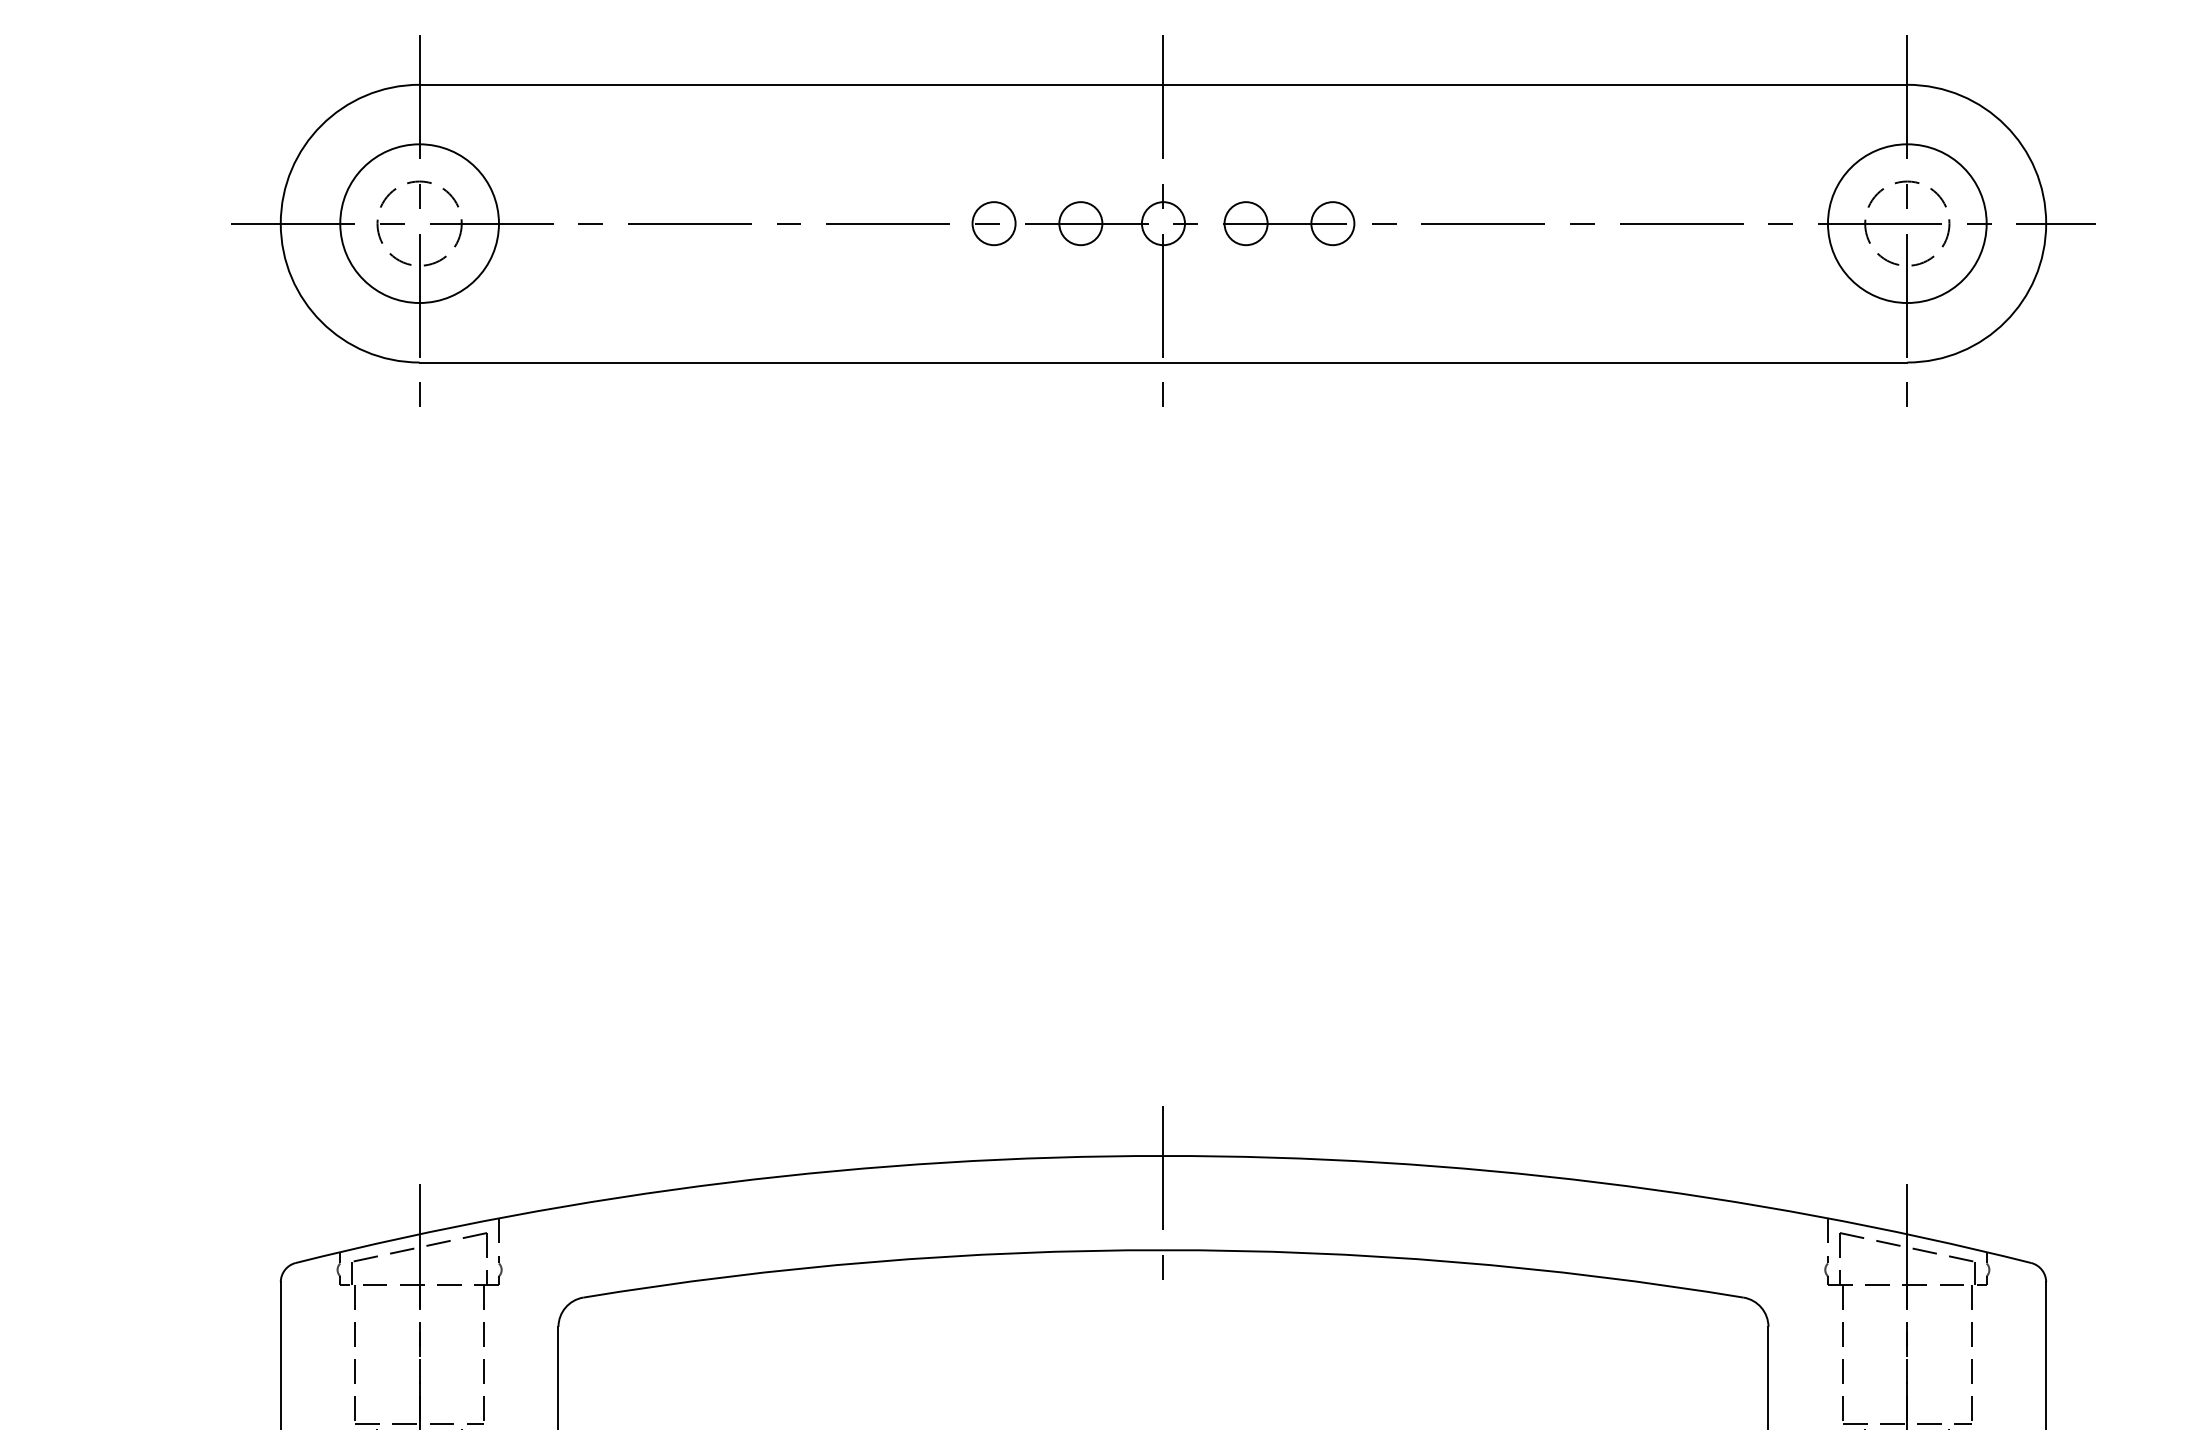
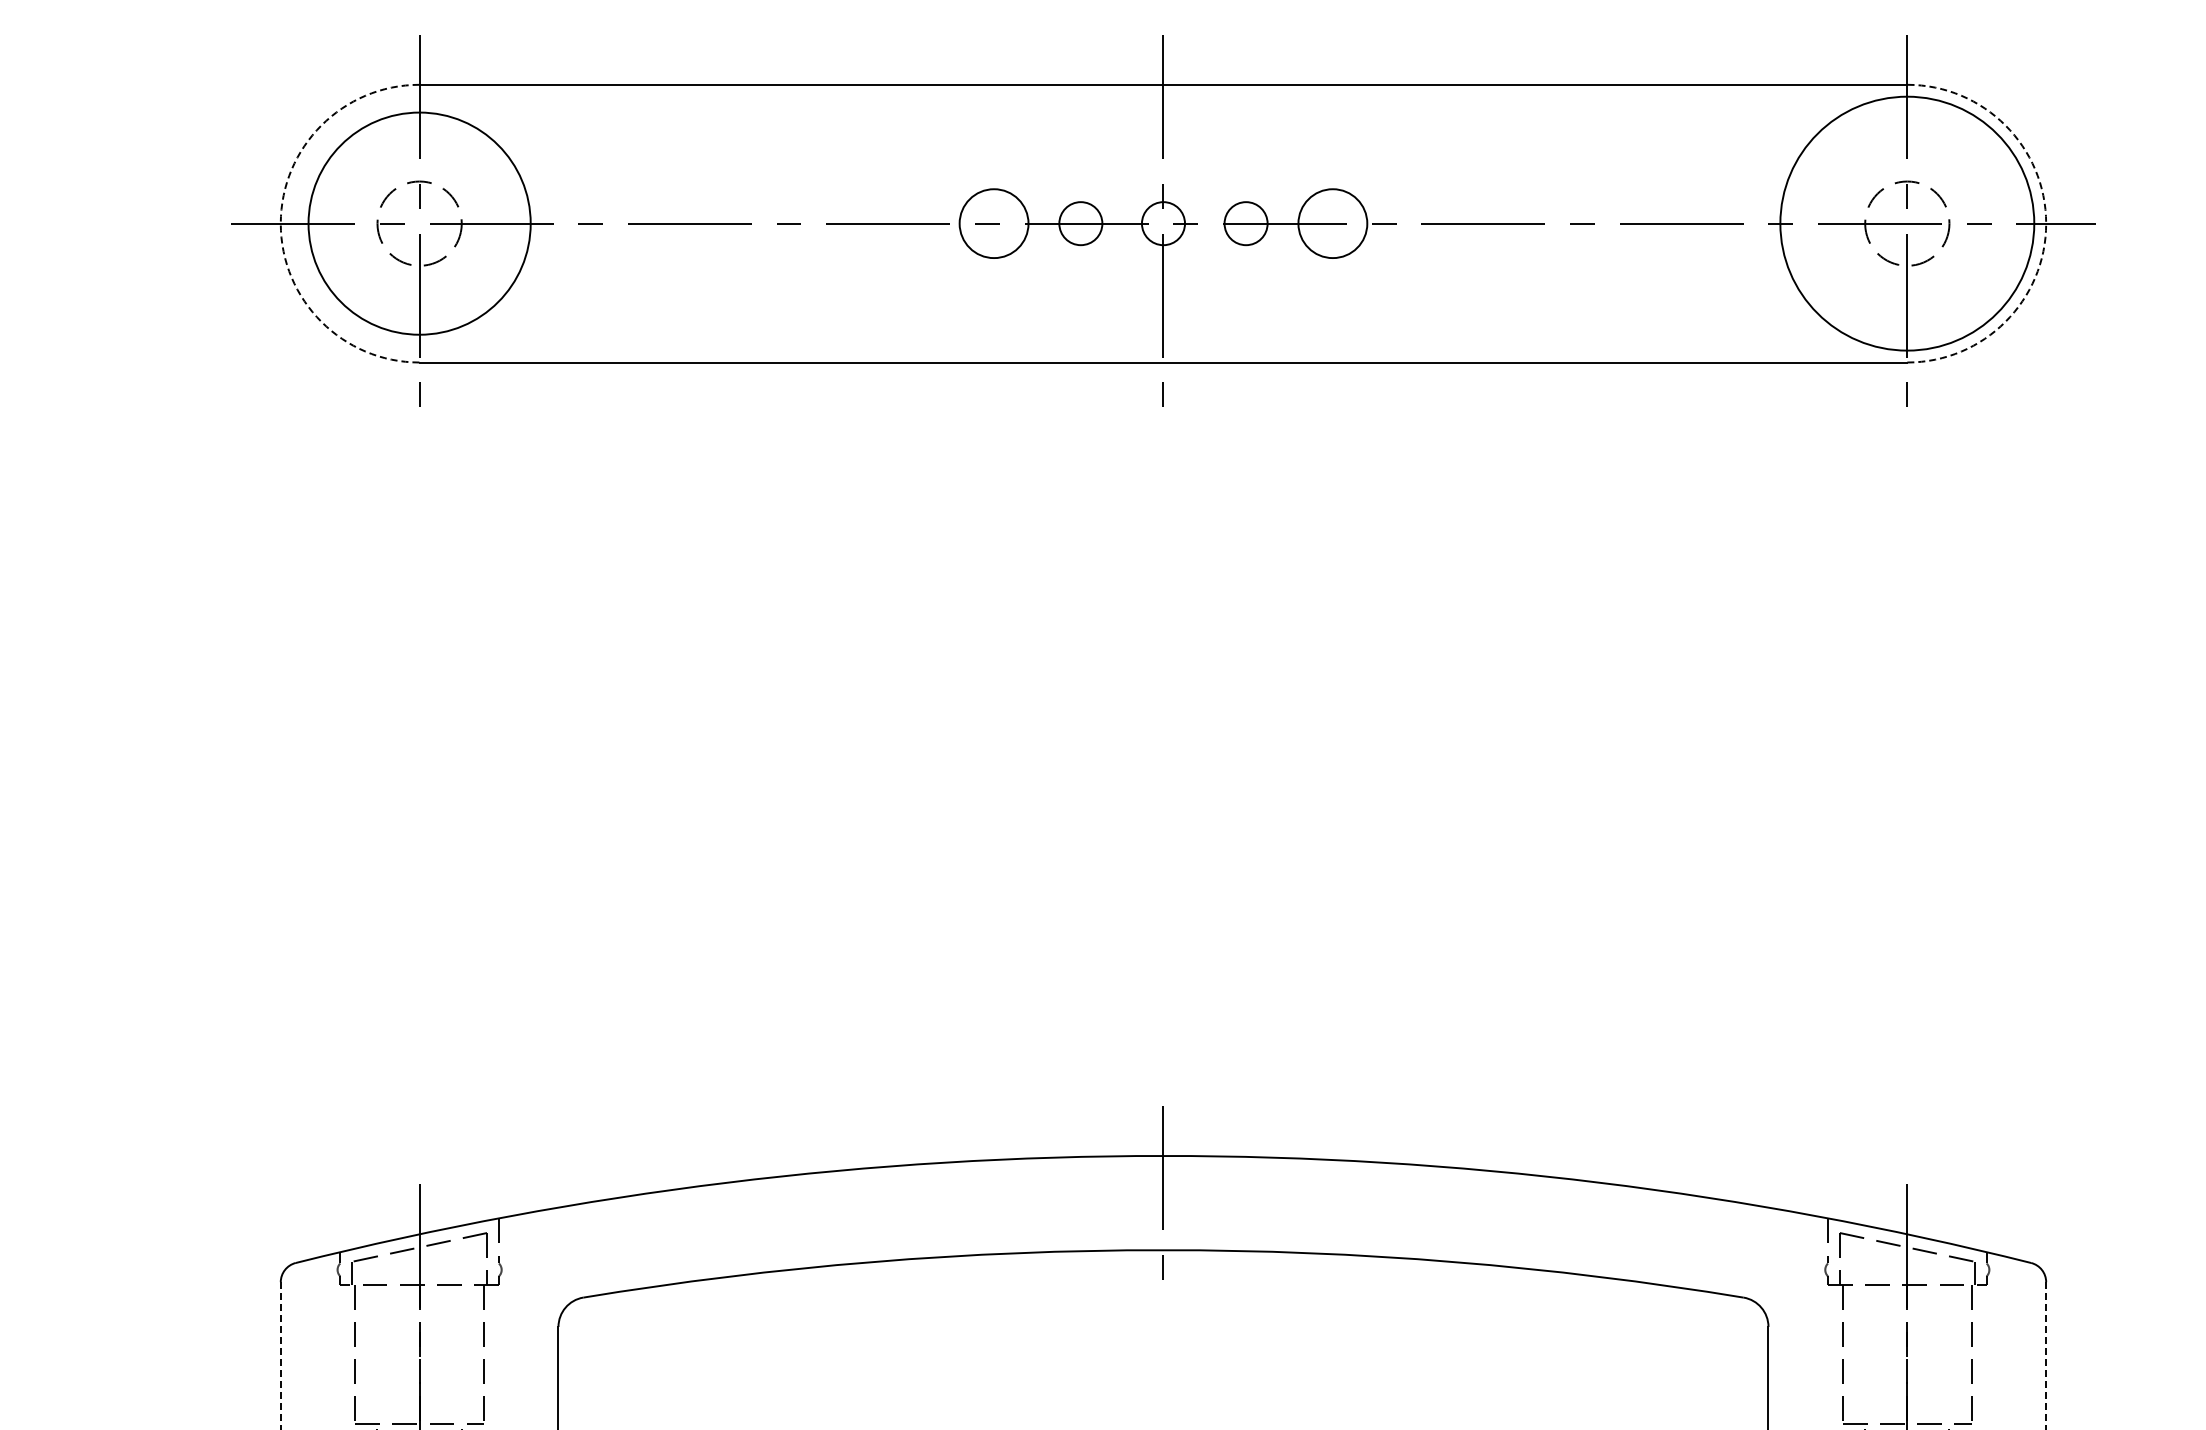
arc at (280, 223): solid -> dashed
circle at (419, 223) diameter: 159 px -> 222 px
circle at (993, 223) diameter: 43 px -> 69 px
circle at (1332, 223) diameter: 43 px -> 69 px
circle at (1906, 223) diameter: 159 px -> 254 px
arc at (2046, 223): solid -> dashed
line at (280, 1356): solid -> dashed
line at (2046, 1356): solid -> dashed
